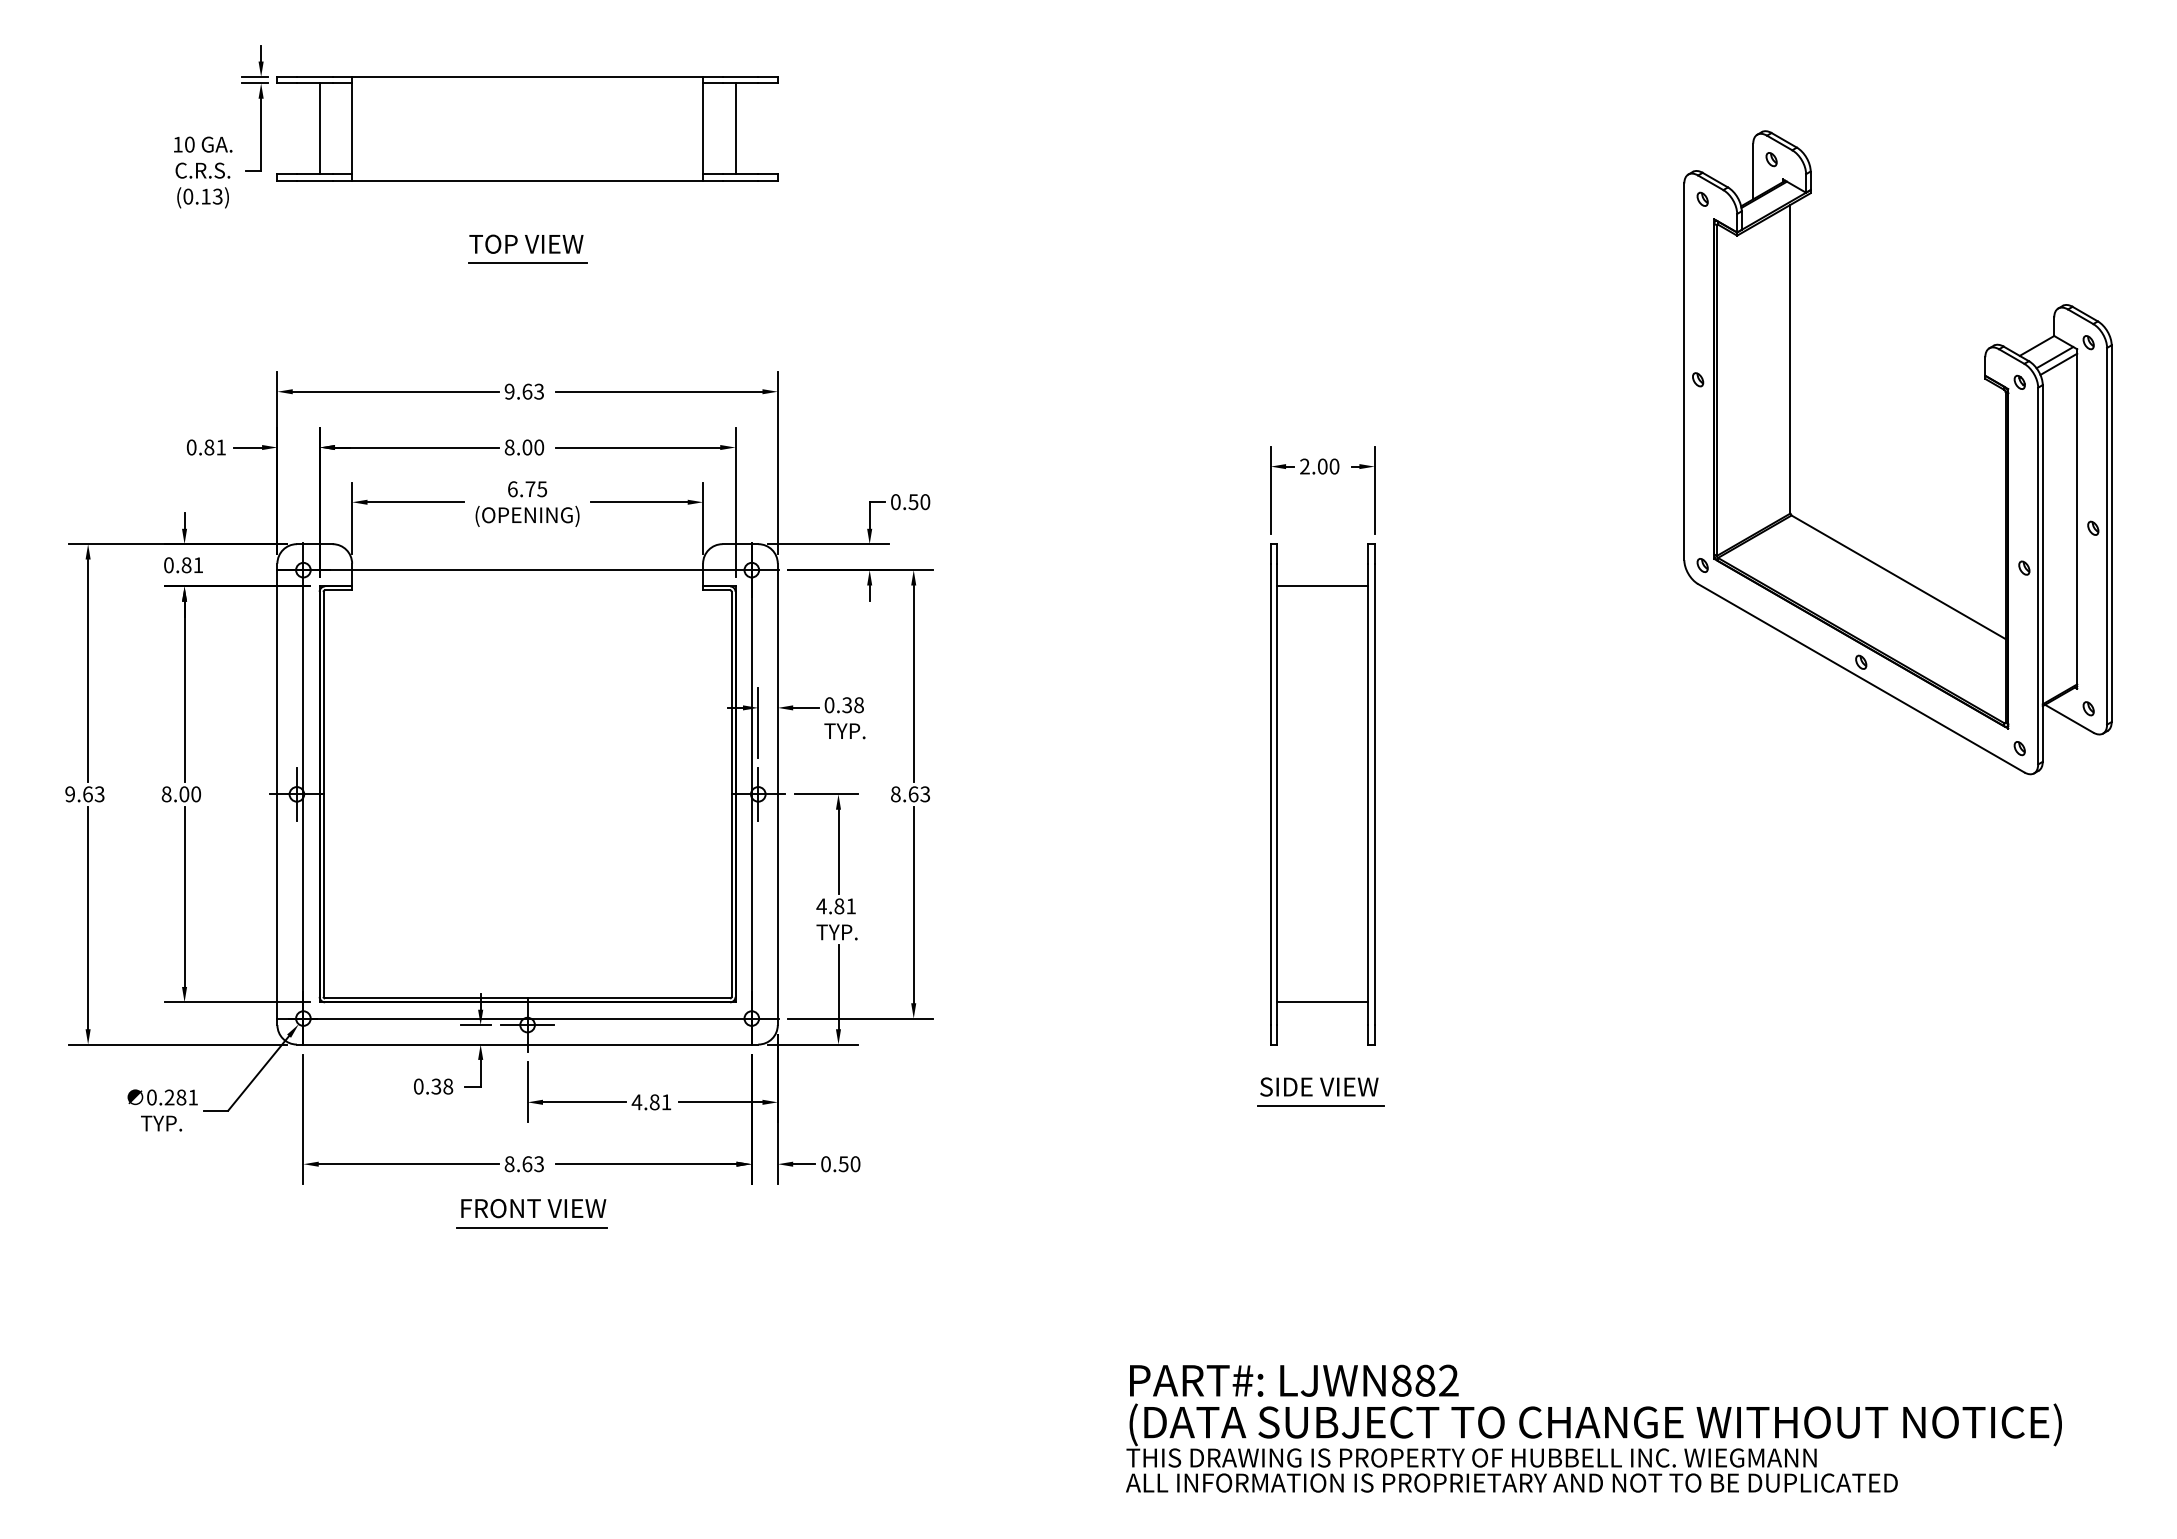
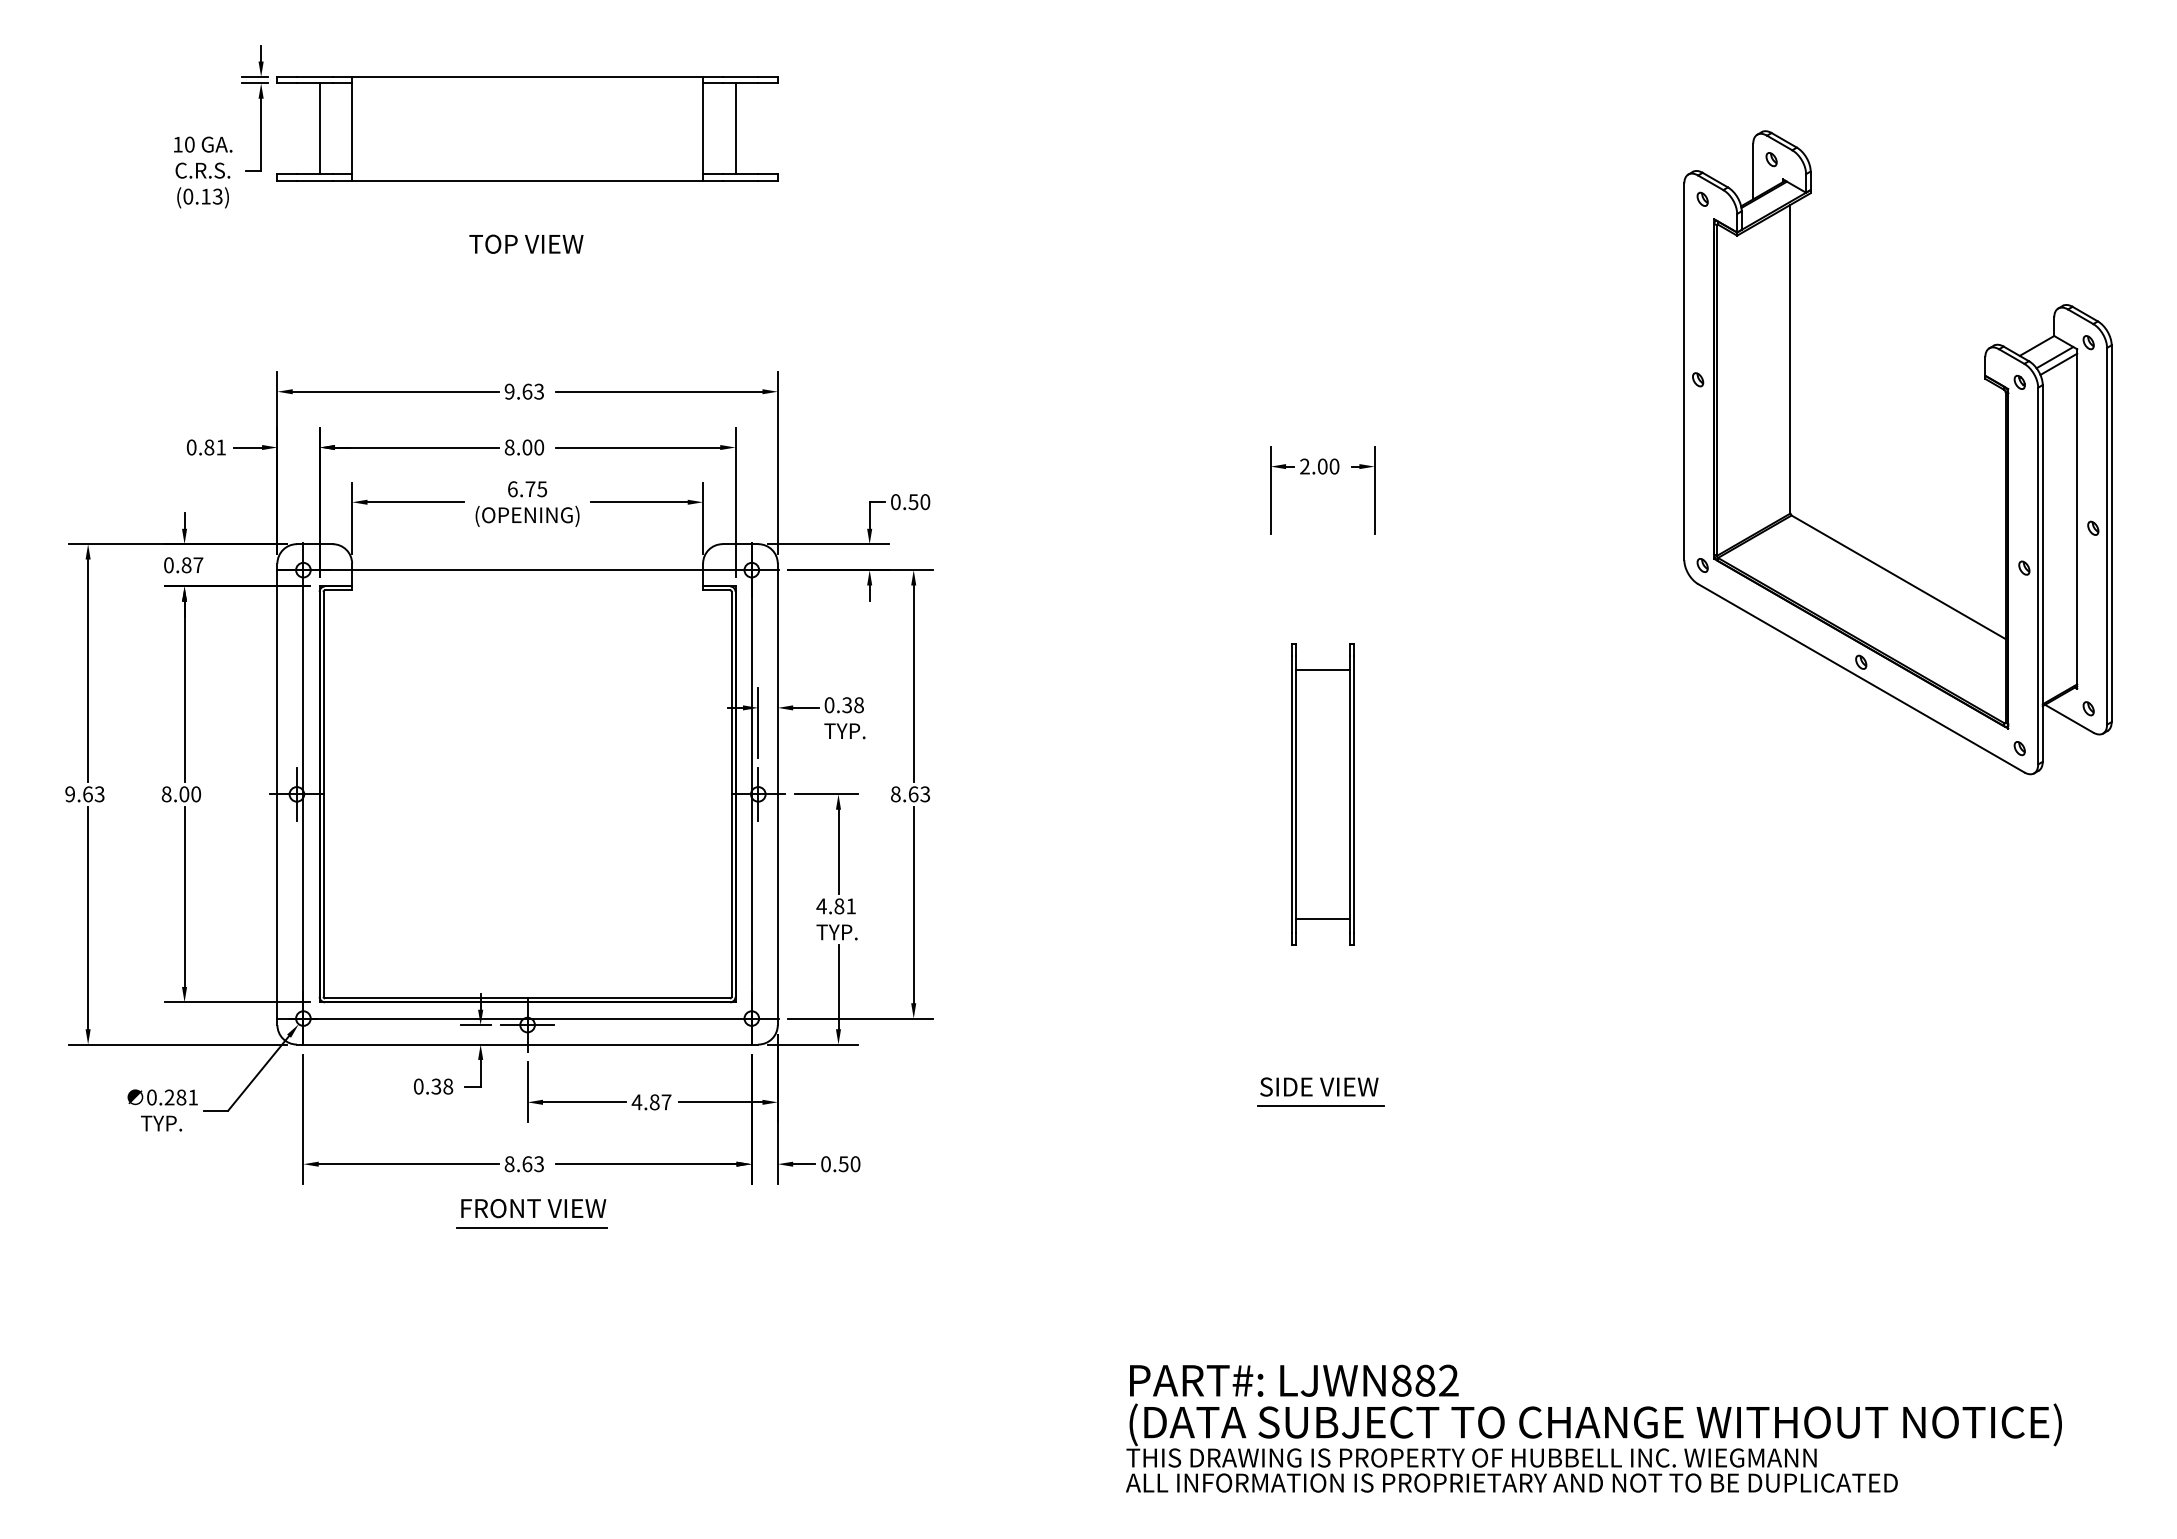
line at (527, 263): present -> none
text at (198, 564): 0.81 -> 0.87
part at (1322, 794) size: 106x503 px -> 64x303 px
text at (666, 1102): 4.81 -> 4.87
